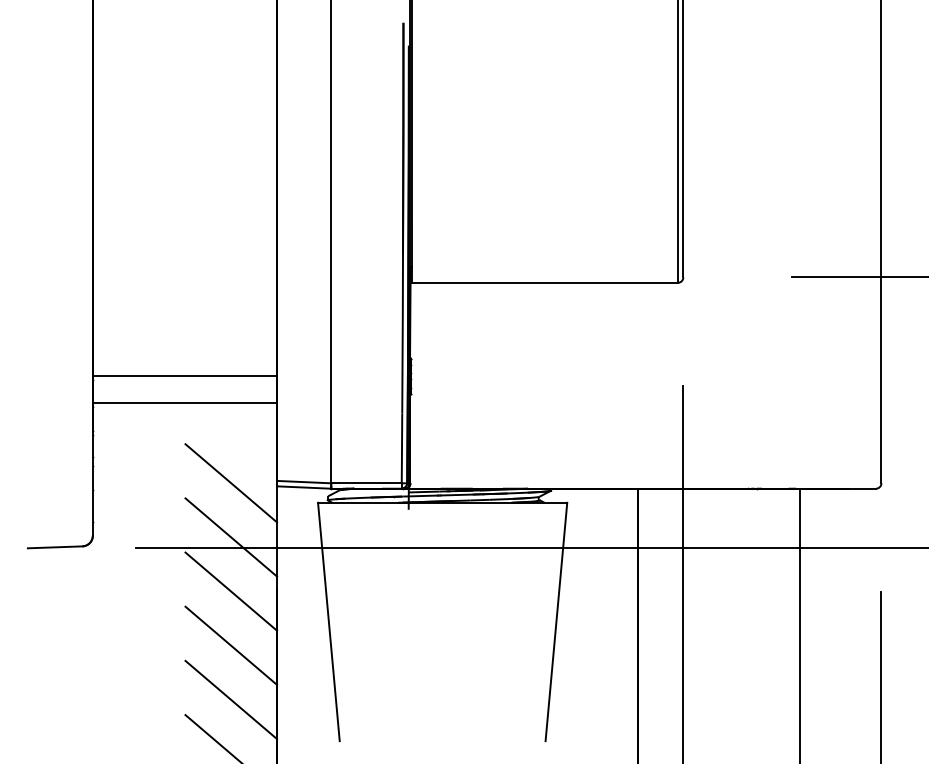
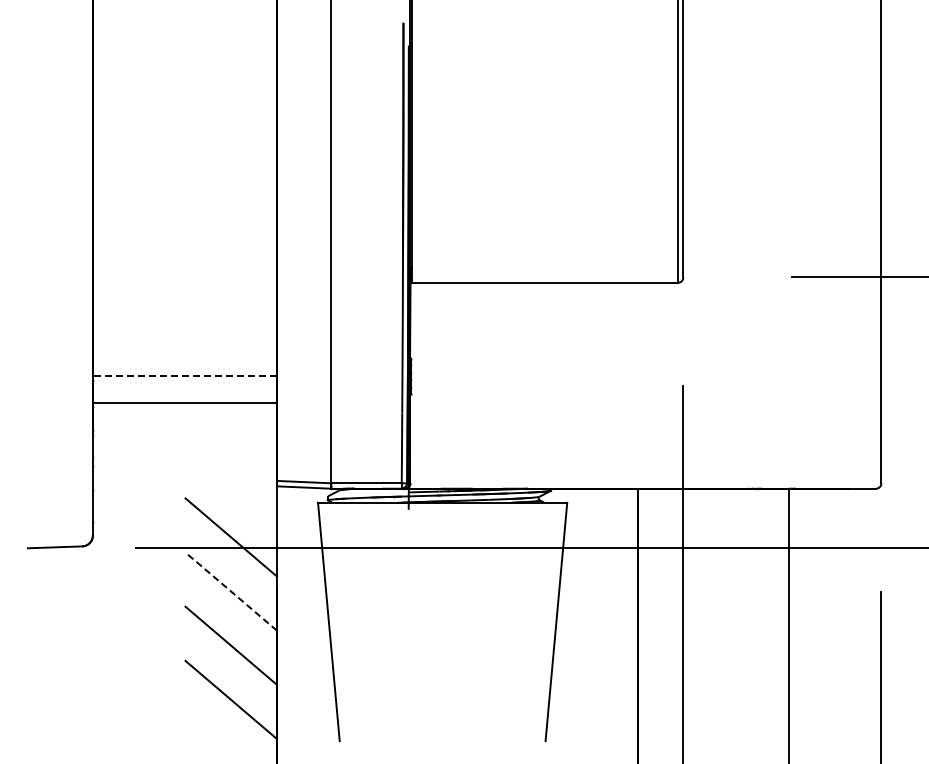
line at (184, 376): solid -> dashed
line at (231, 483): present -> none
line at (230, 591): solid -> dashed
line at (800, 624) position: (800, 624) -> (789, 624)
line at (211, 737): present -> none
